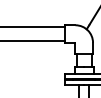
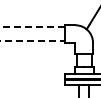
line at (32, 26): solid -> dashed
line at (33, 41): solid -> dashed
